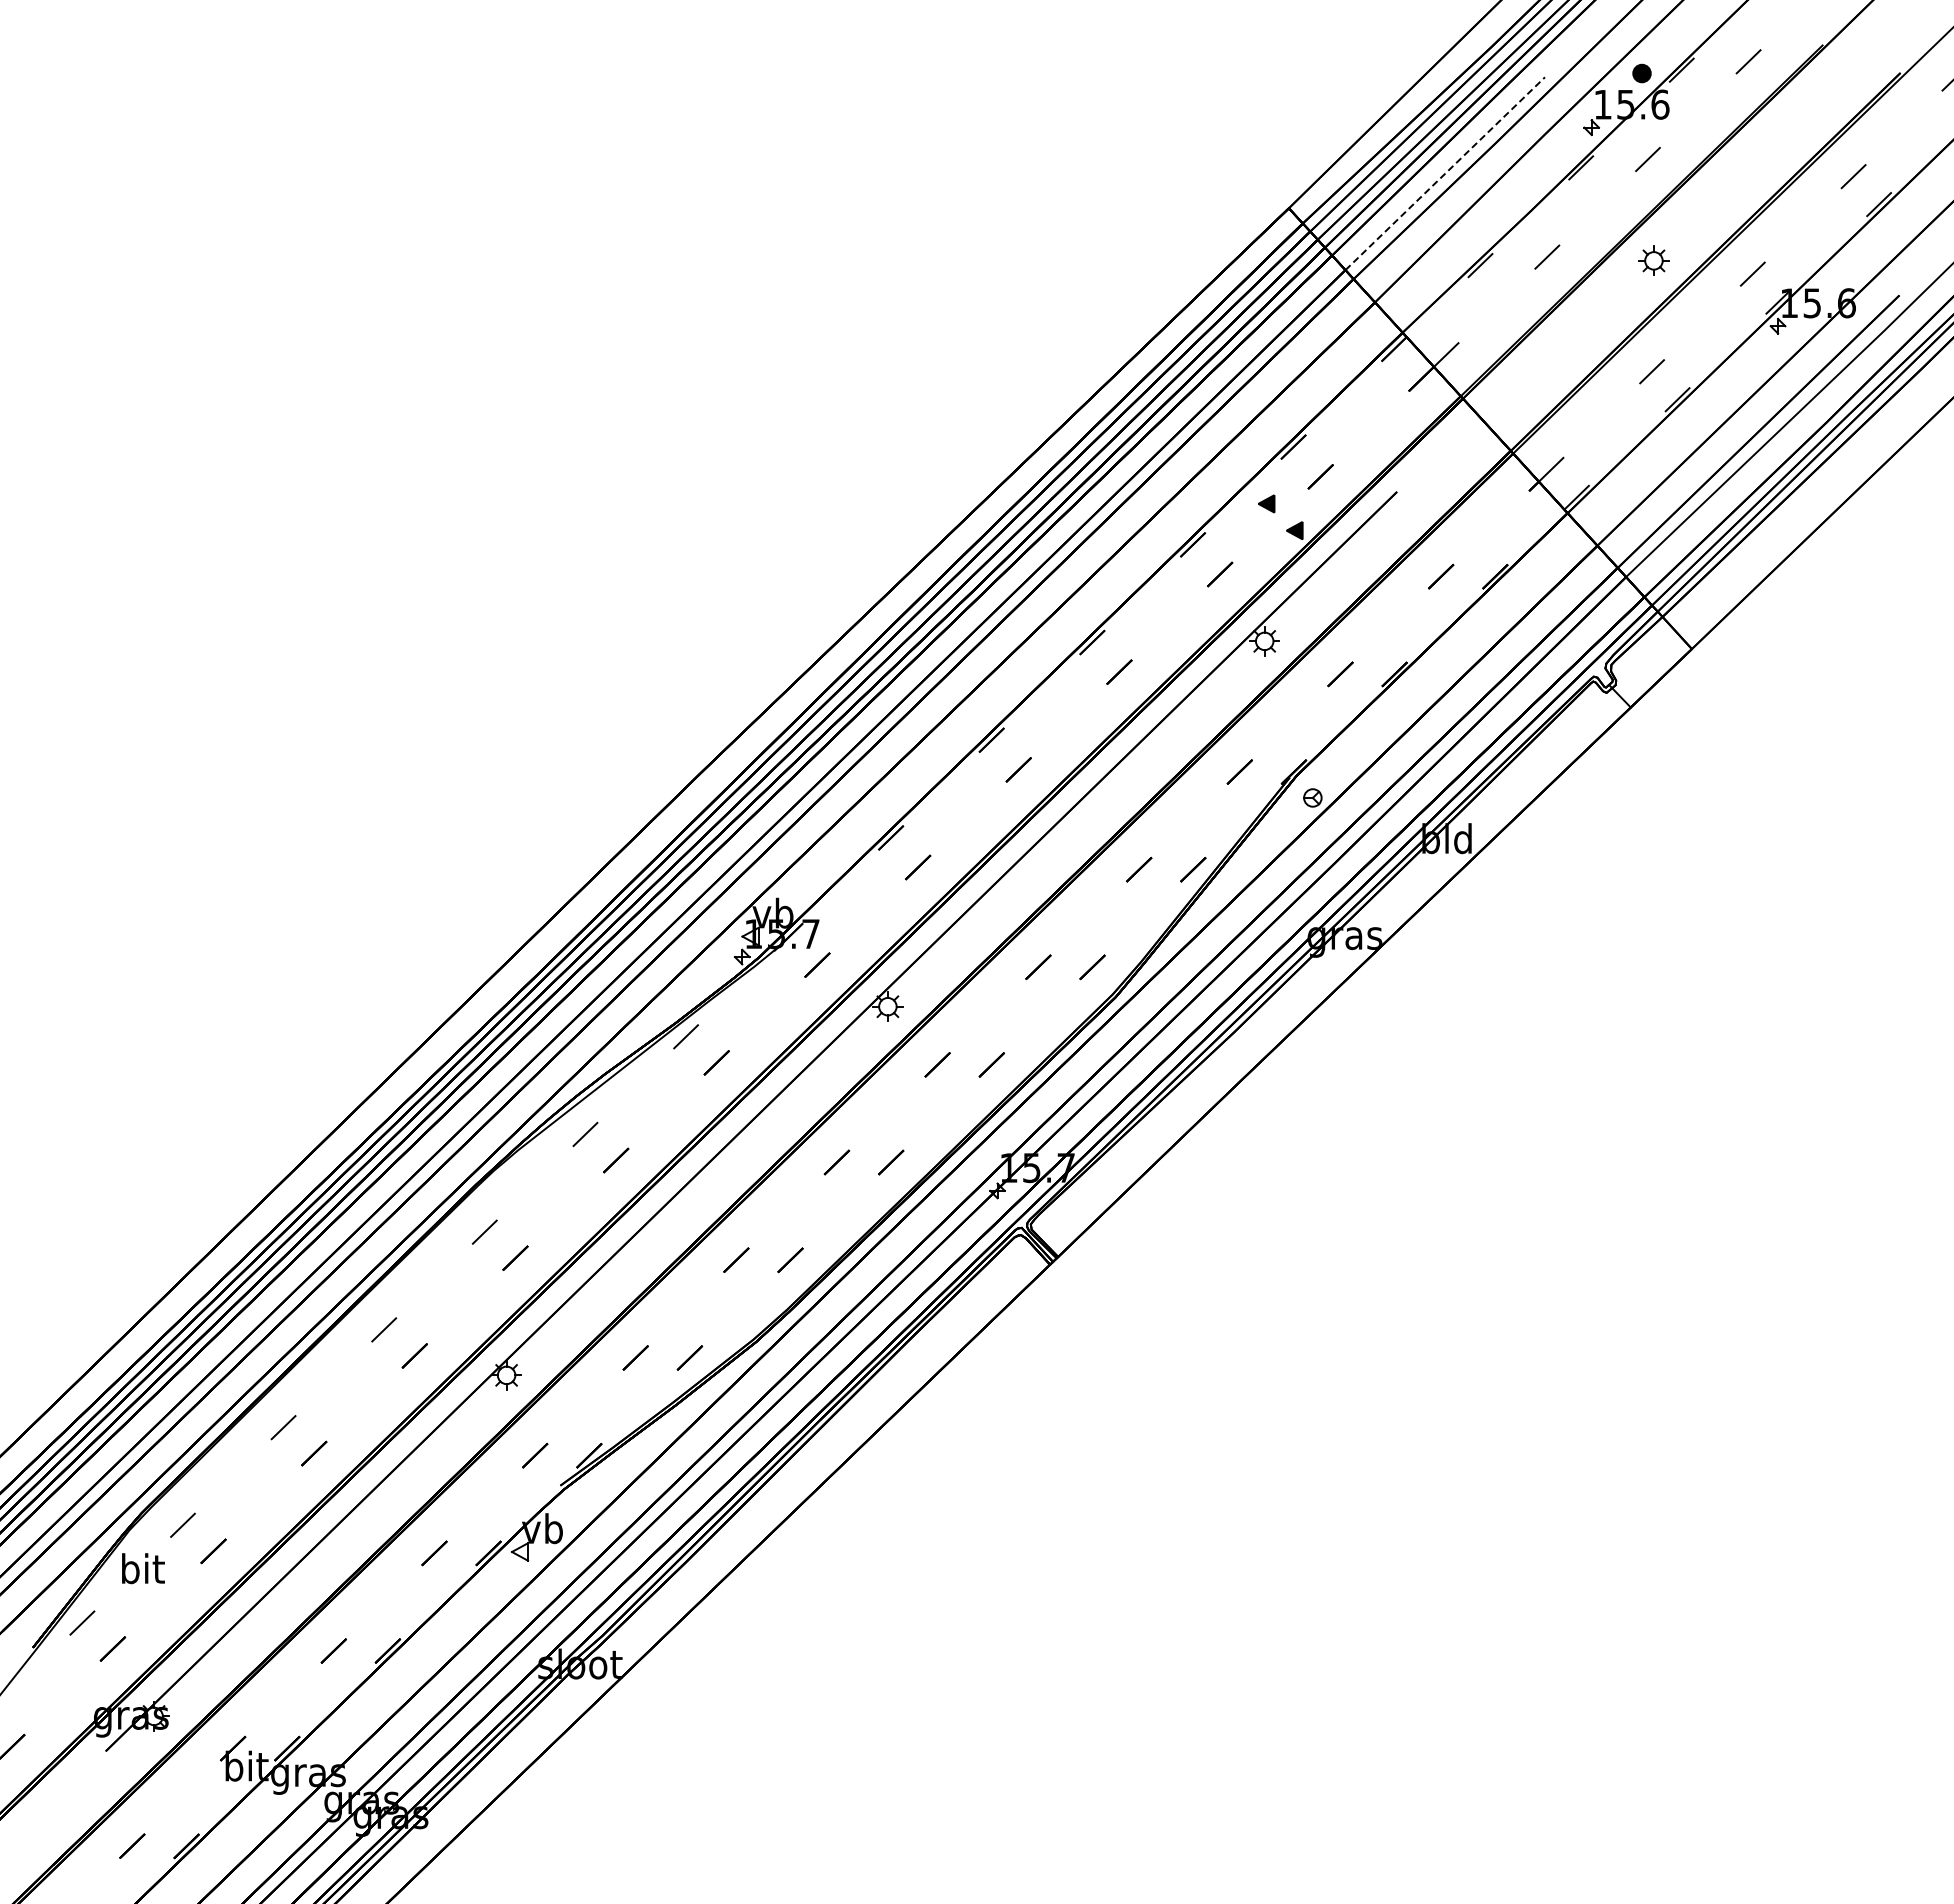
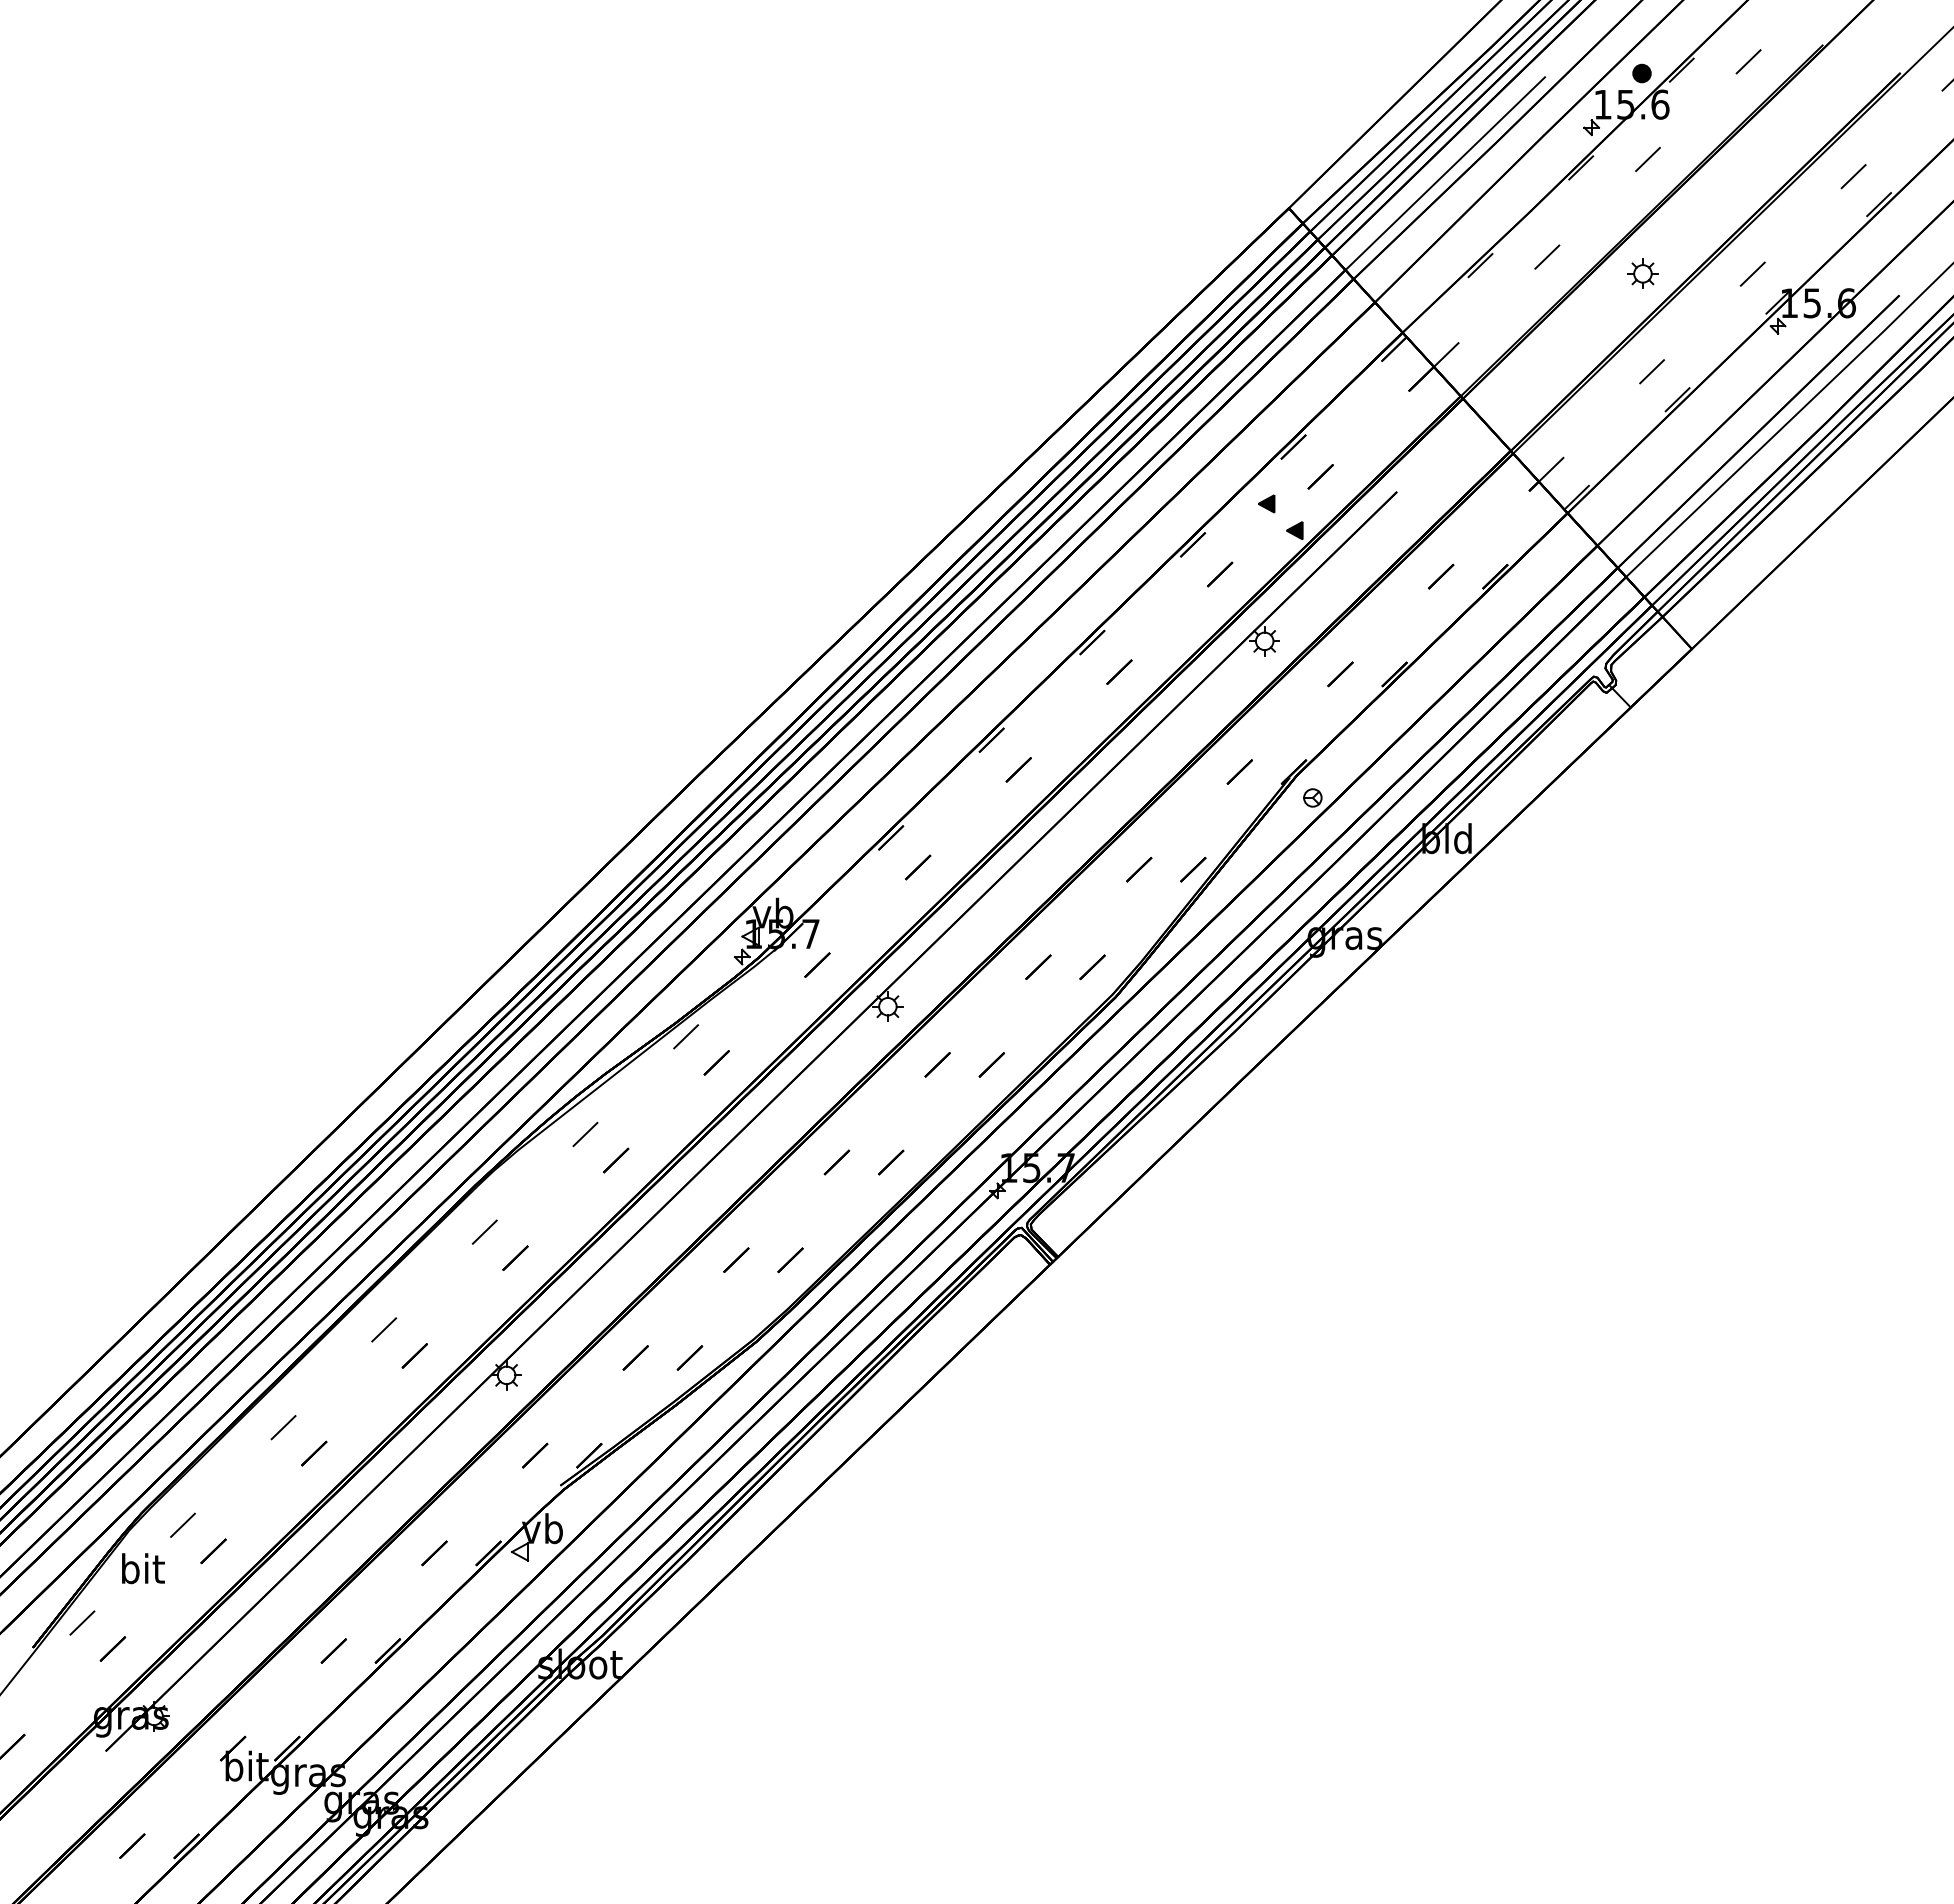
line at (1445, 173): dashed -> solid
part at (1653, 260) position: (1653, 260) -> (1642, 273)
